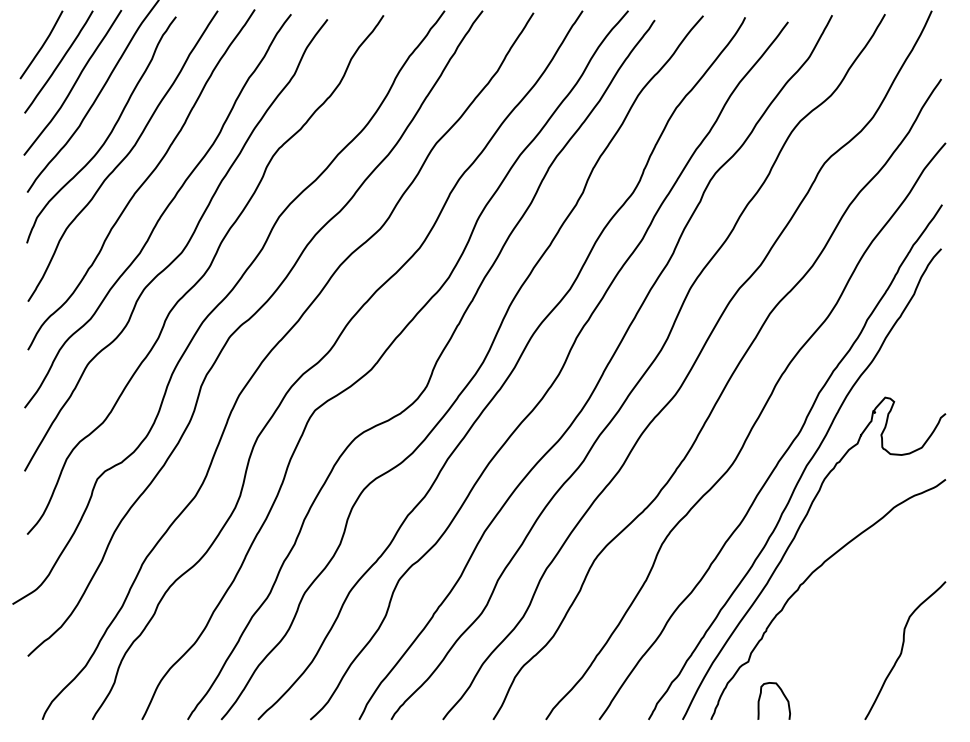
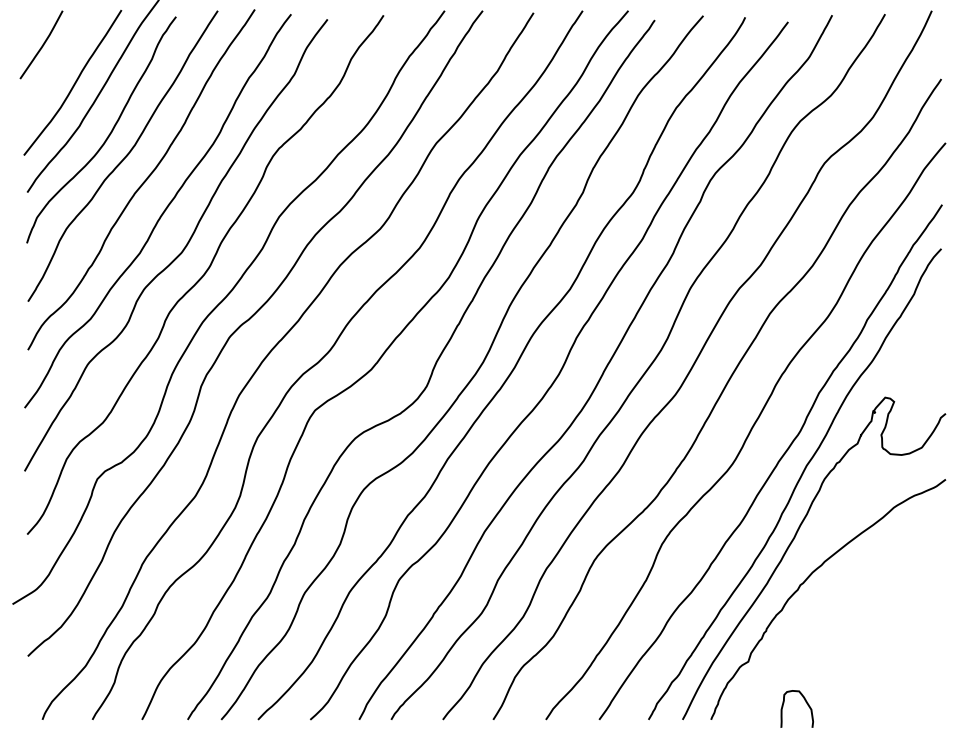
curve at (59, 61): present -> none
curve at (903, 648): present -> none
curve at (782, 694) position: (782, 694) -> (805, 702)
